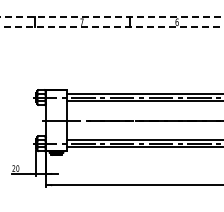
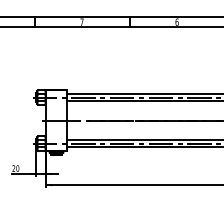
line at (112, 17): dashed -> solid
line at (112, 26): dashed -> solid
